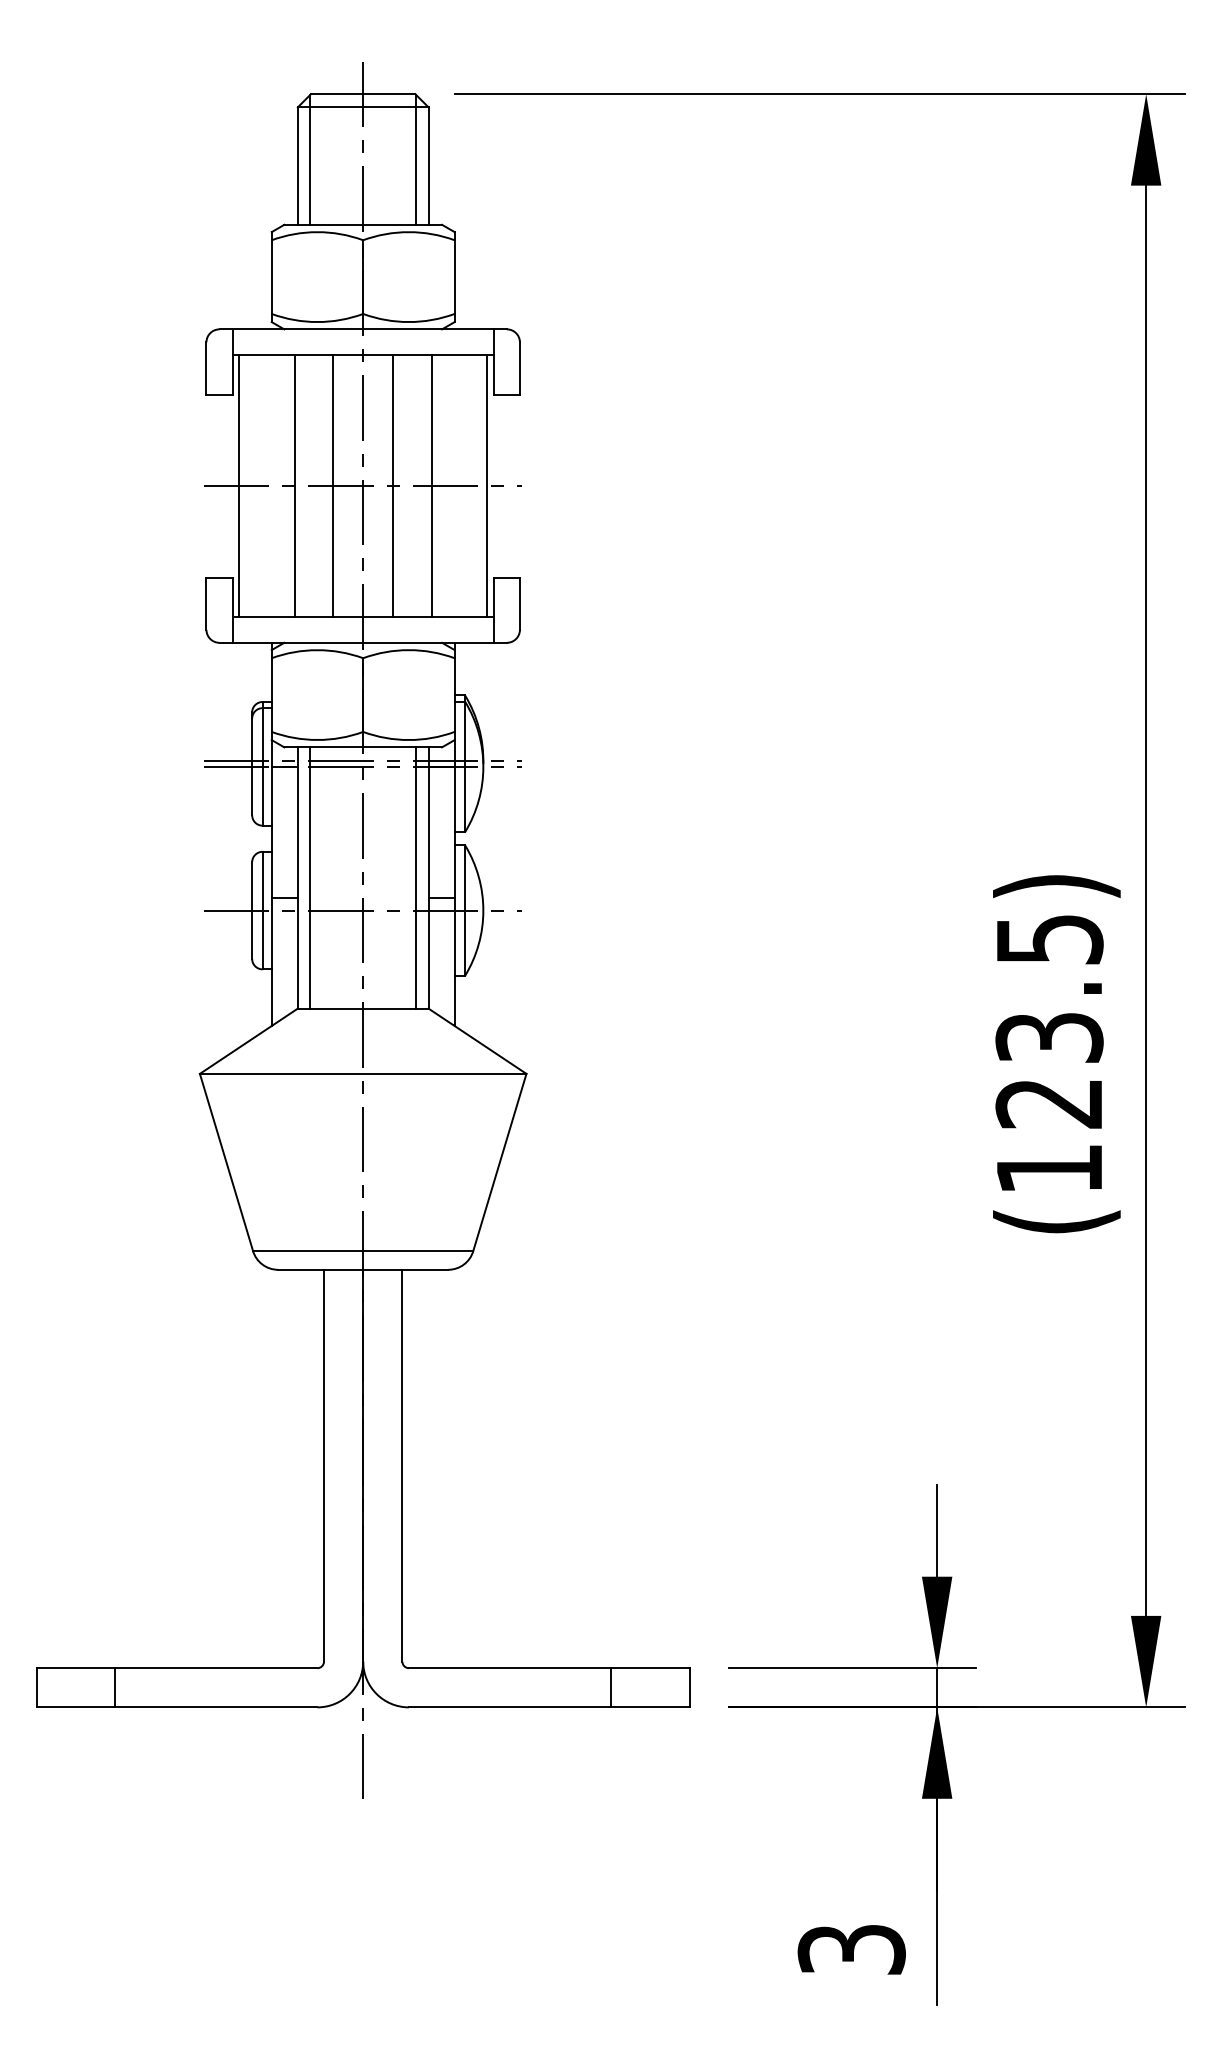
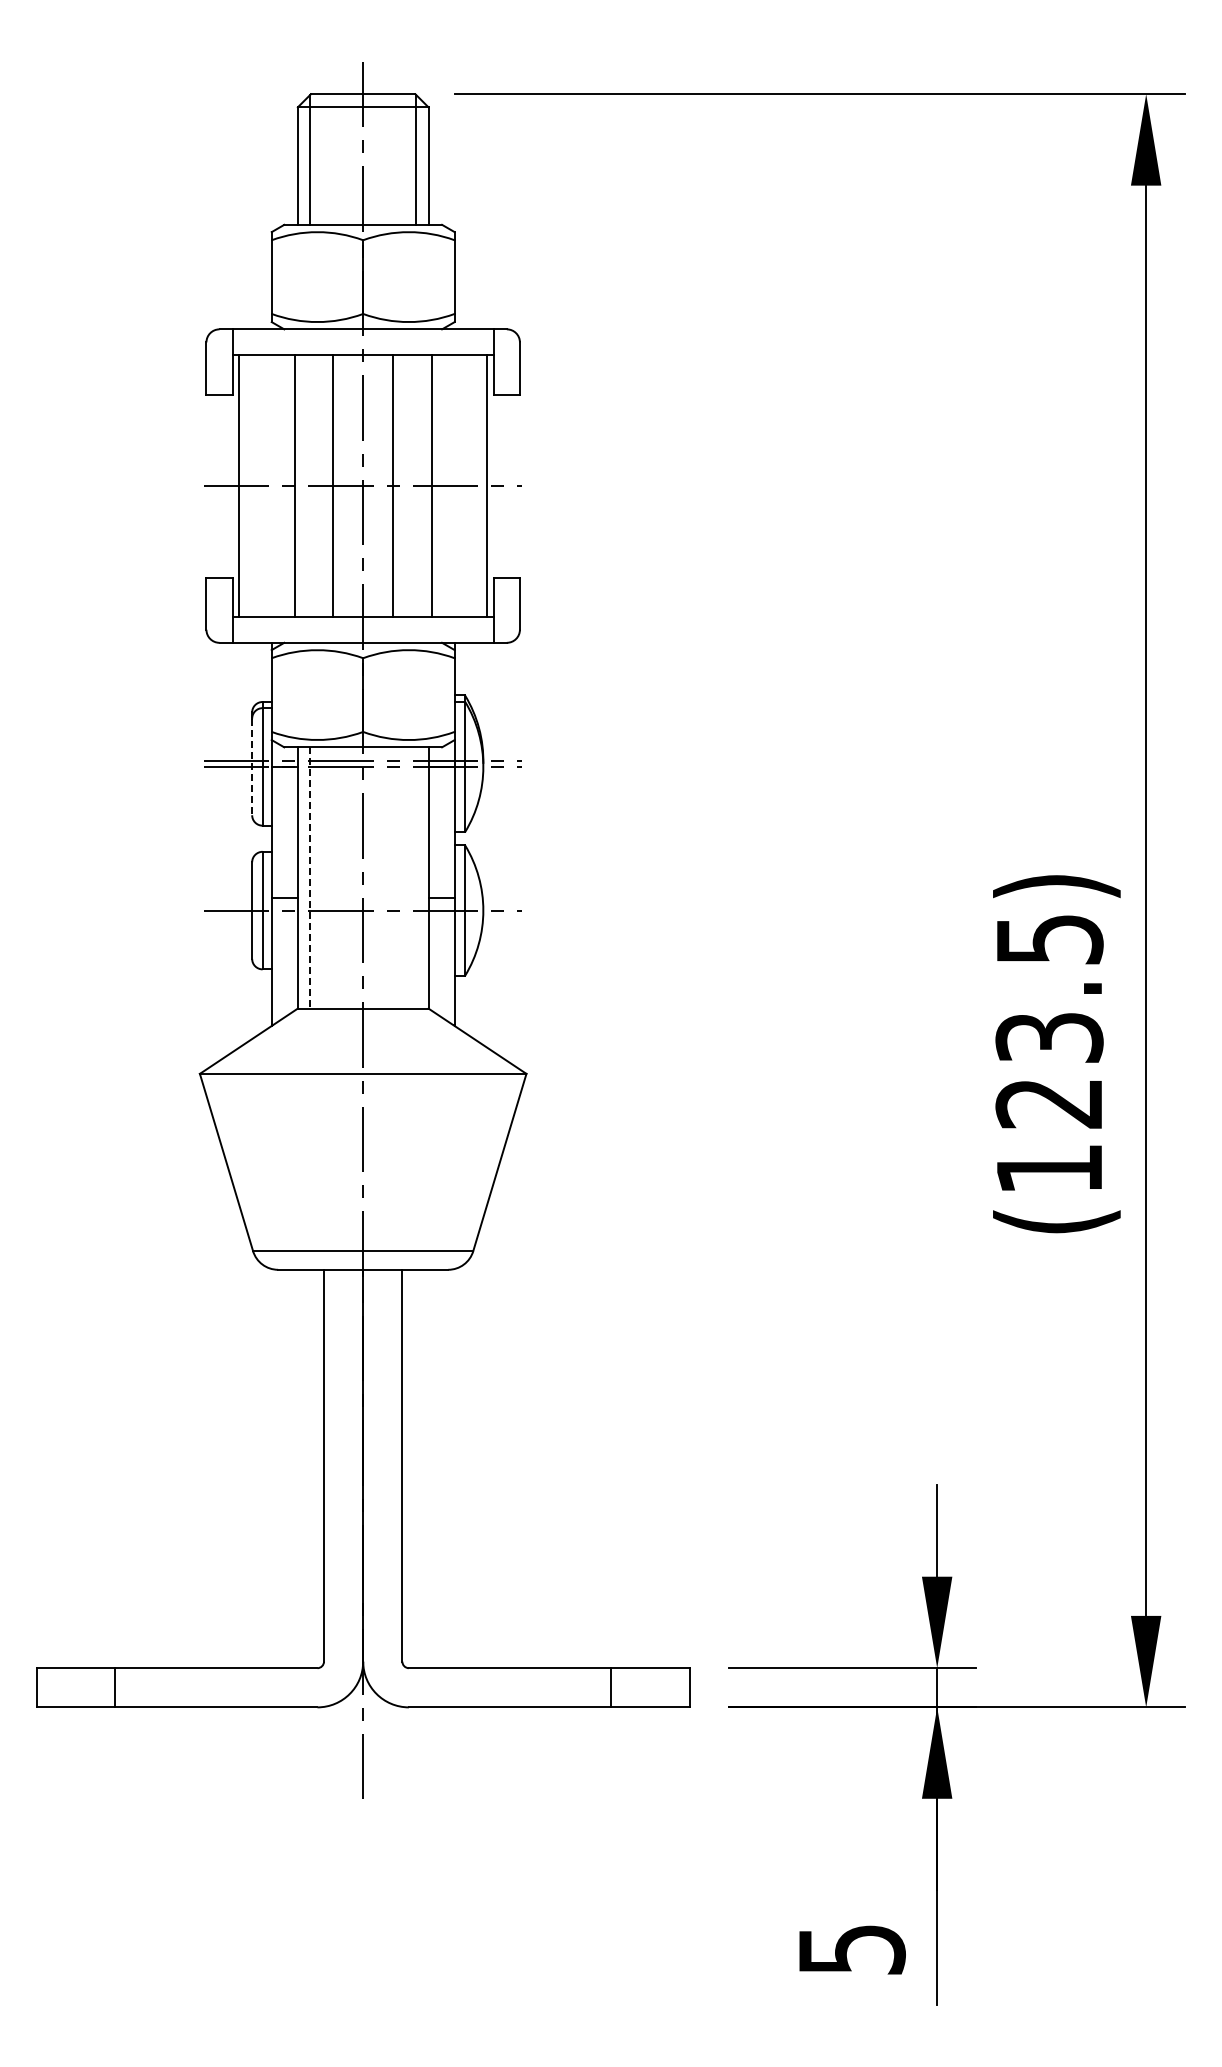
line at (252, 767): solid -> dashed
line at (309, 877): solid -> dashed
line at (416, 877): present -> none
text at (851, 1949): 3 -> 5
